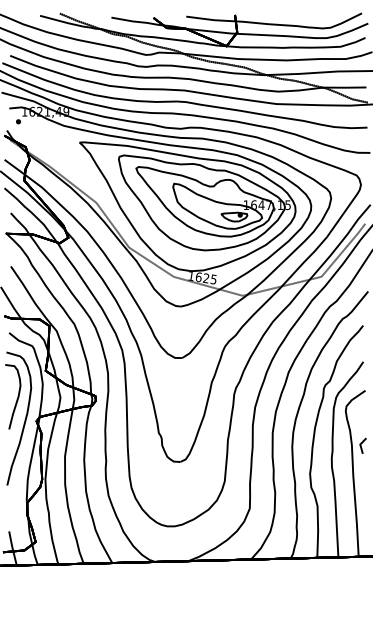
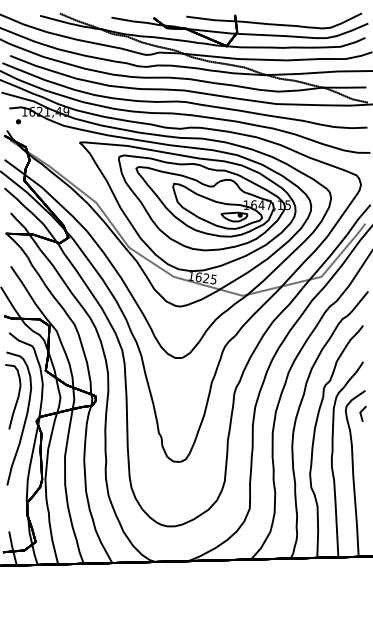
line at (361, 445) position: (361, 445) -> (361, 413)
